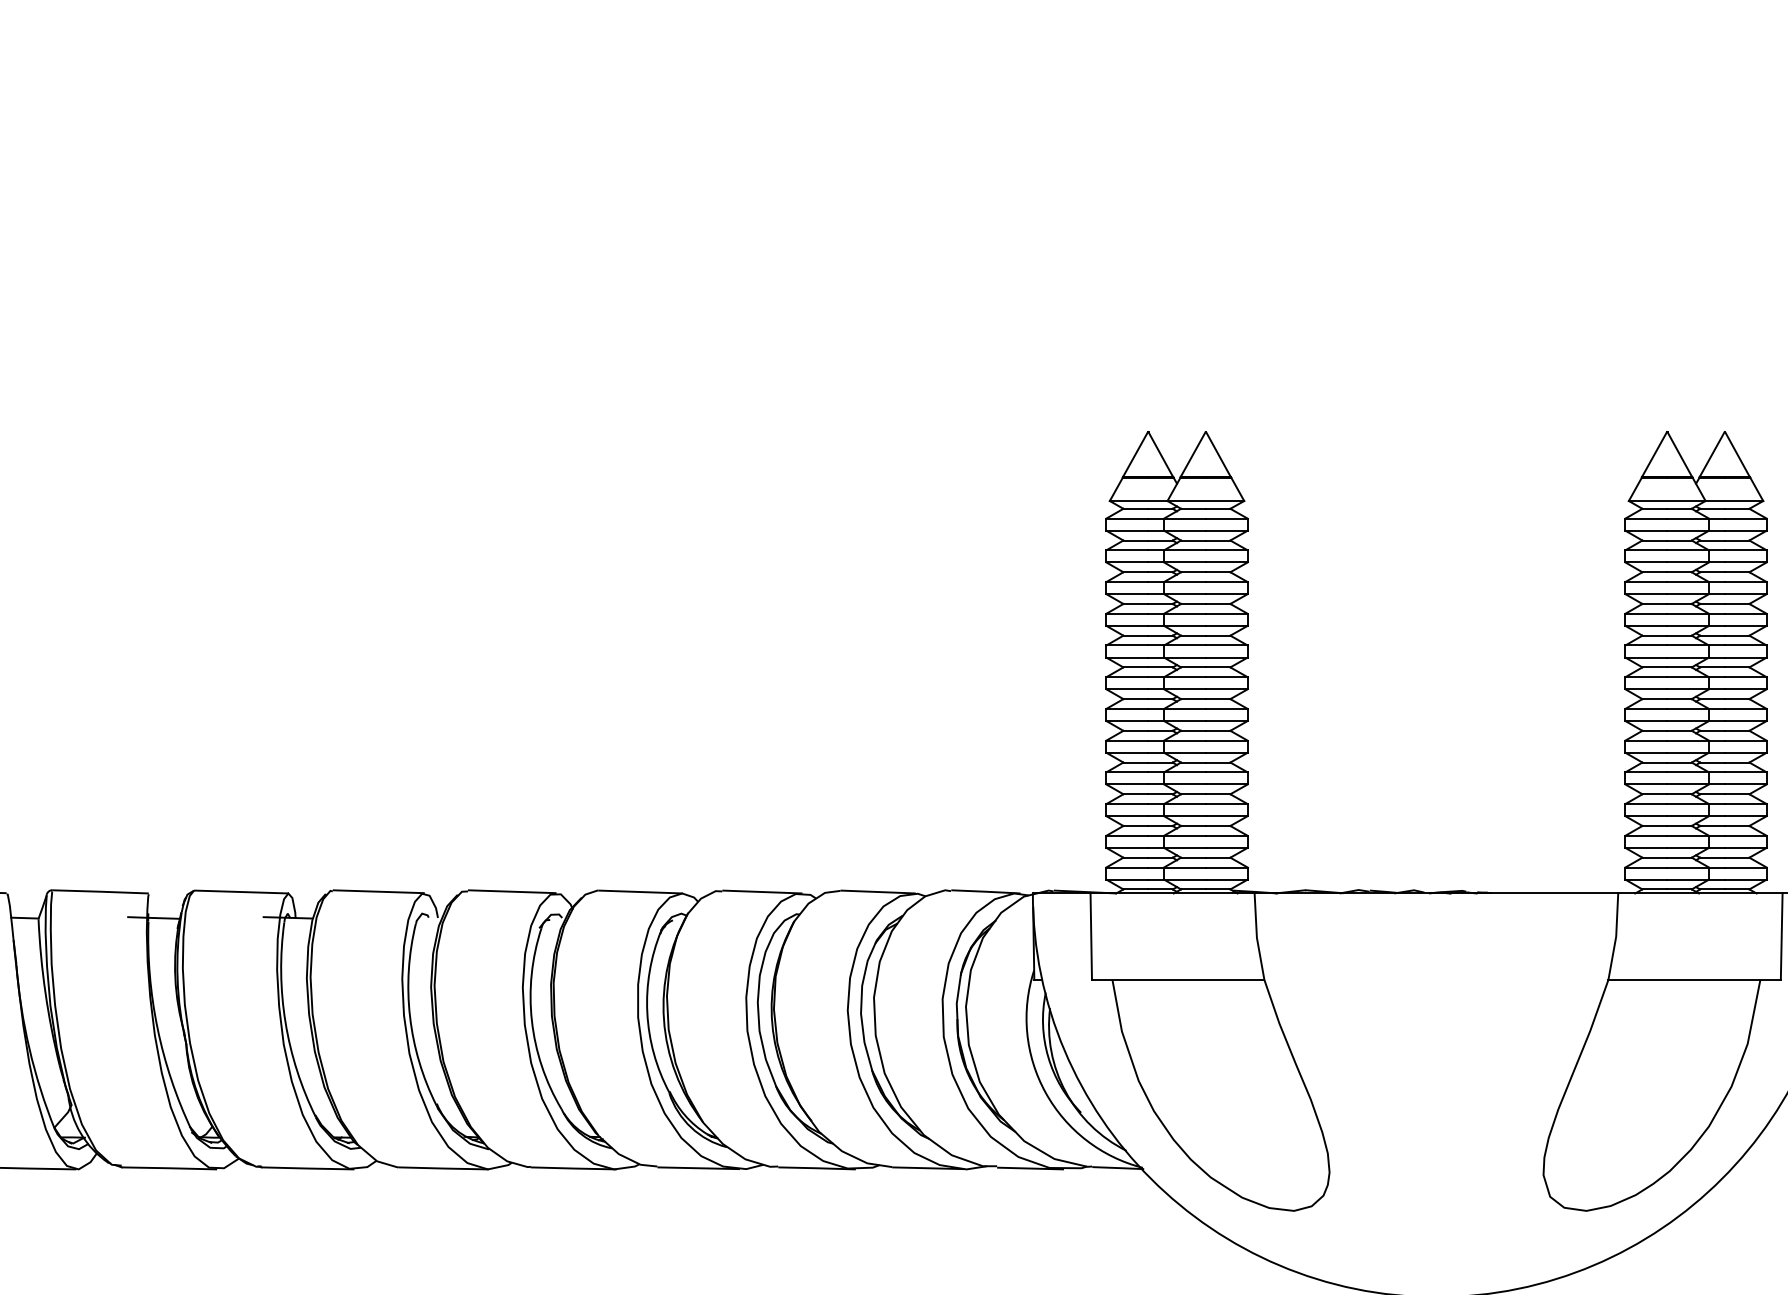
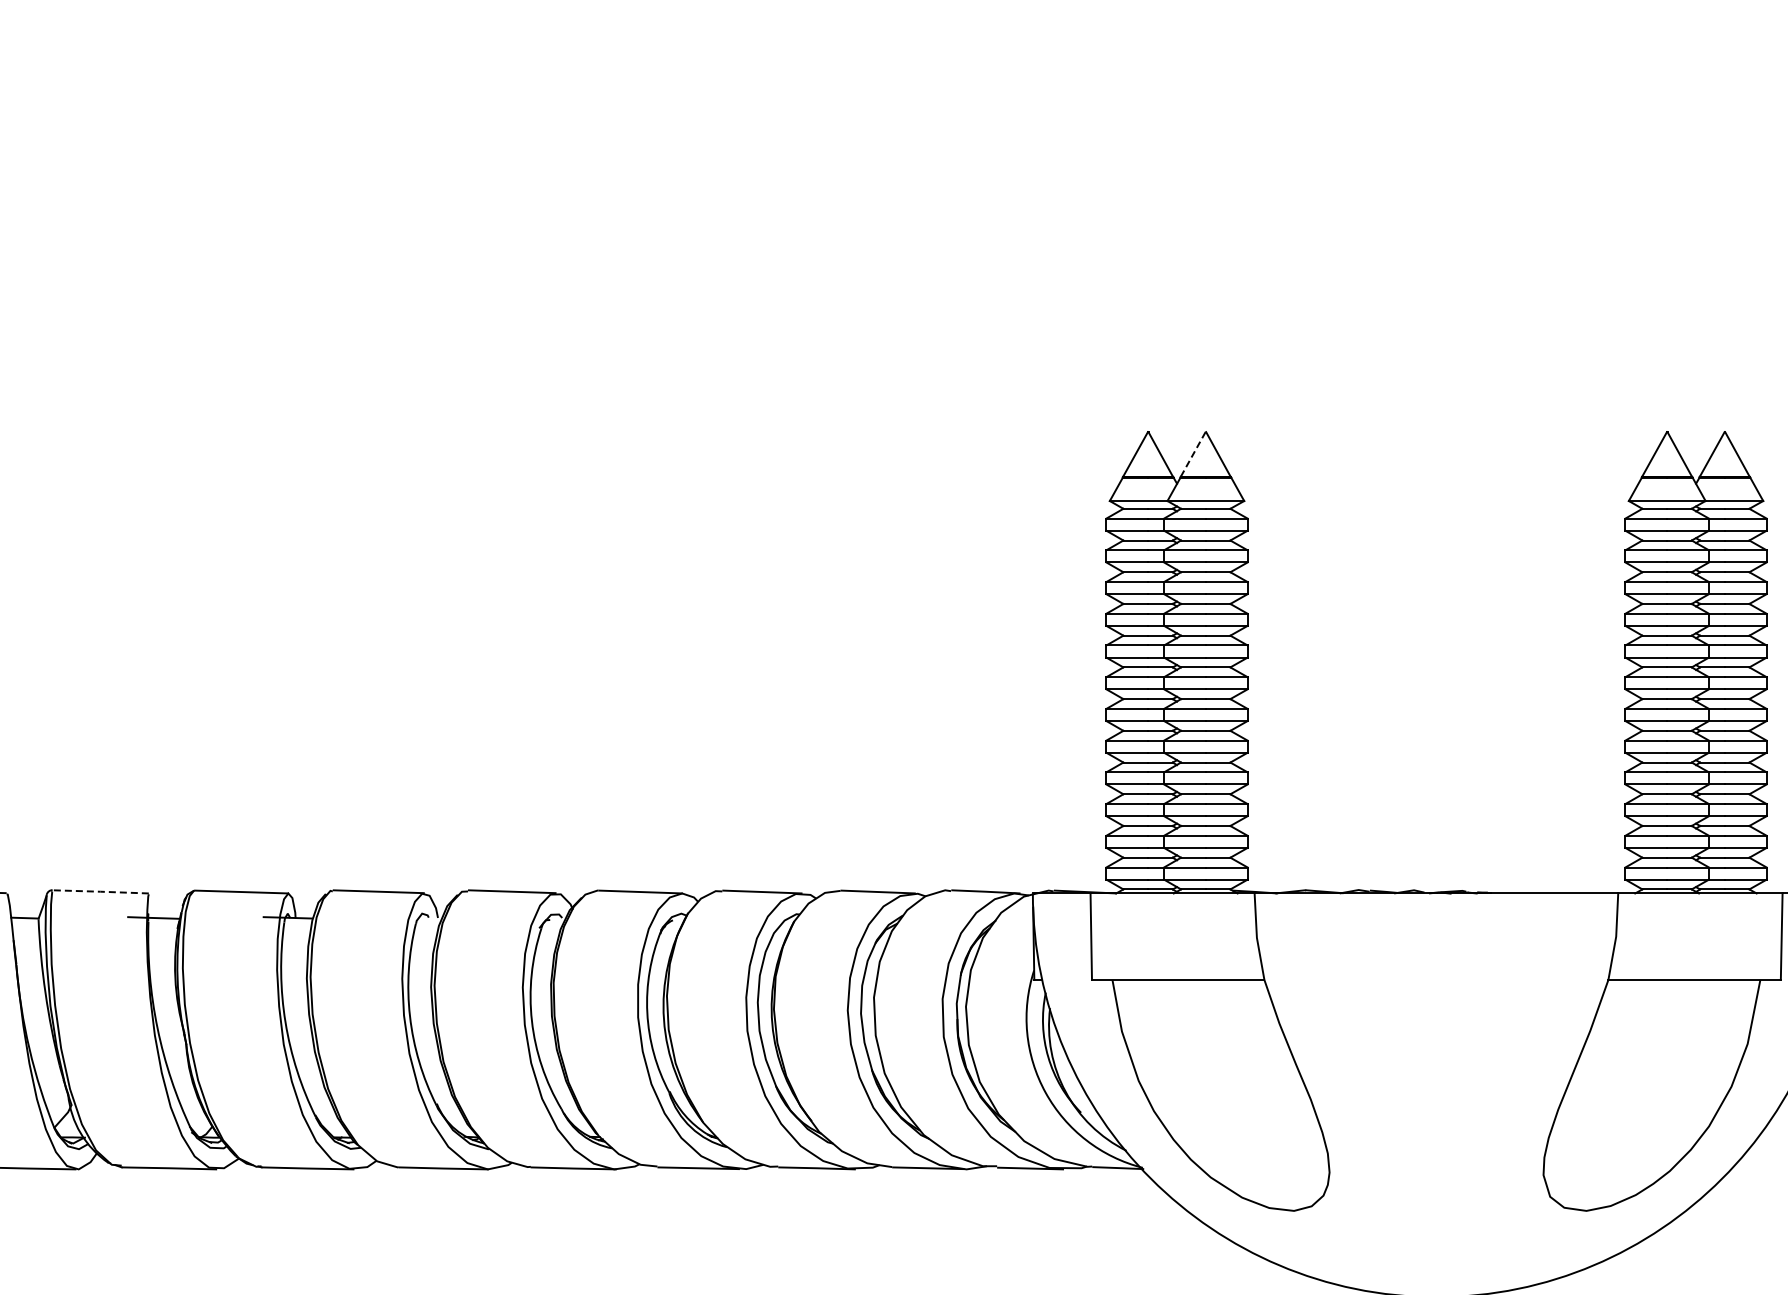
line at (1193, 454): solid -> dashed
line at (100, 891): solid -> dashed
